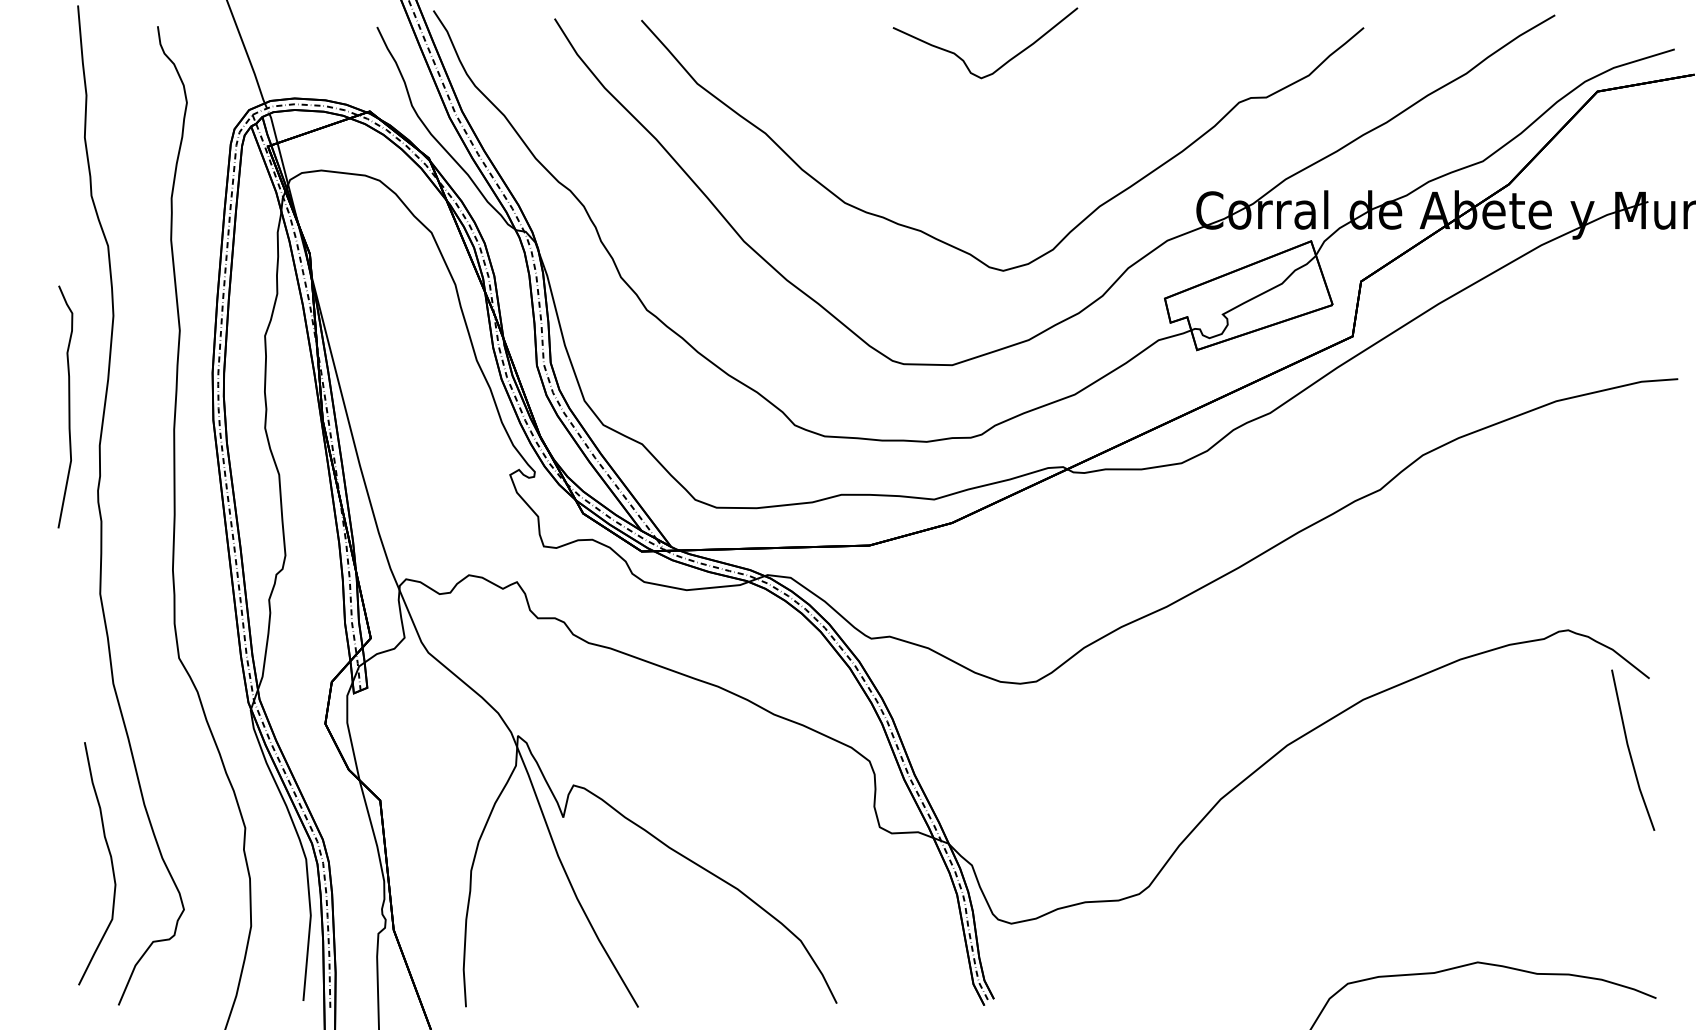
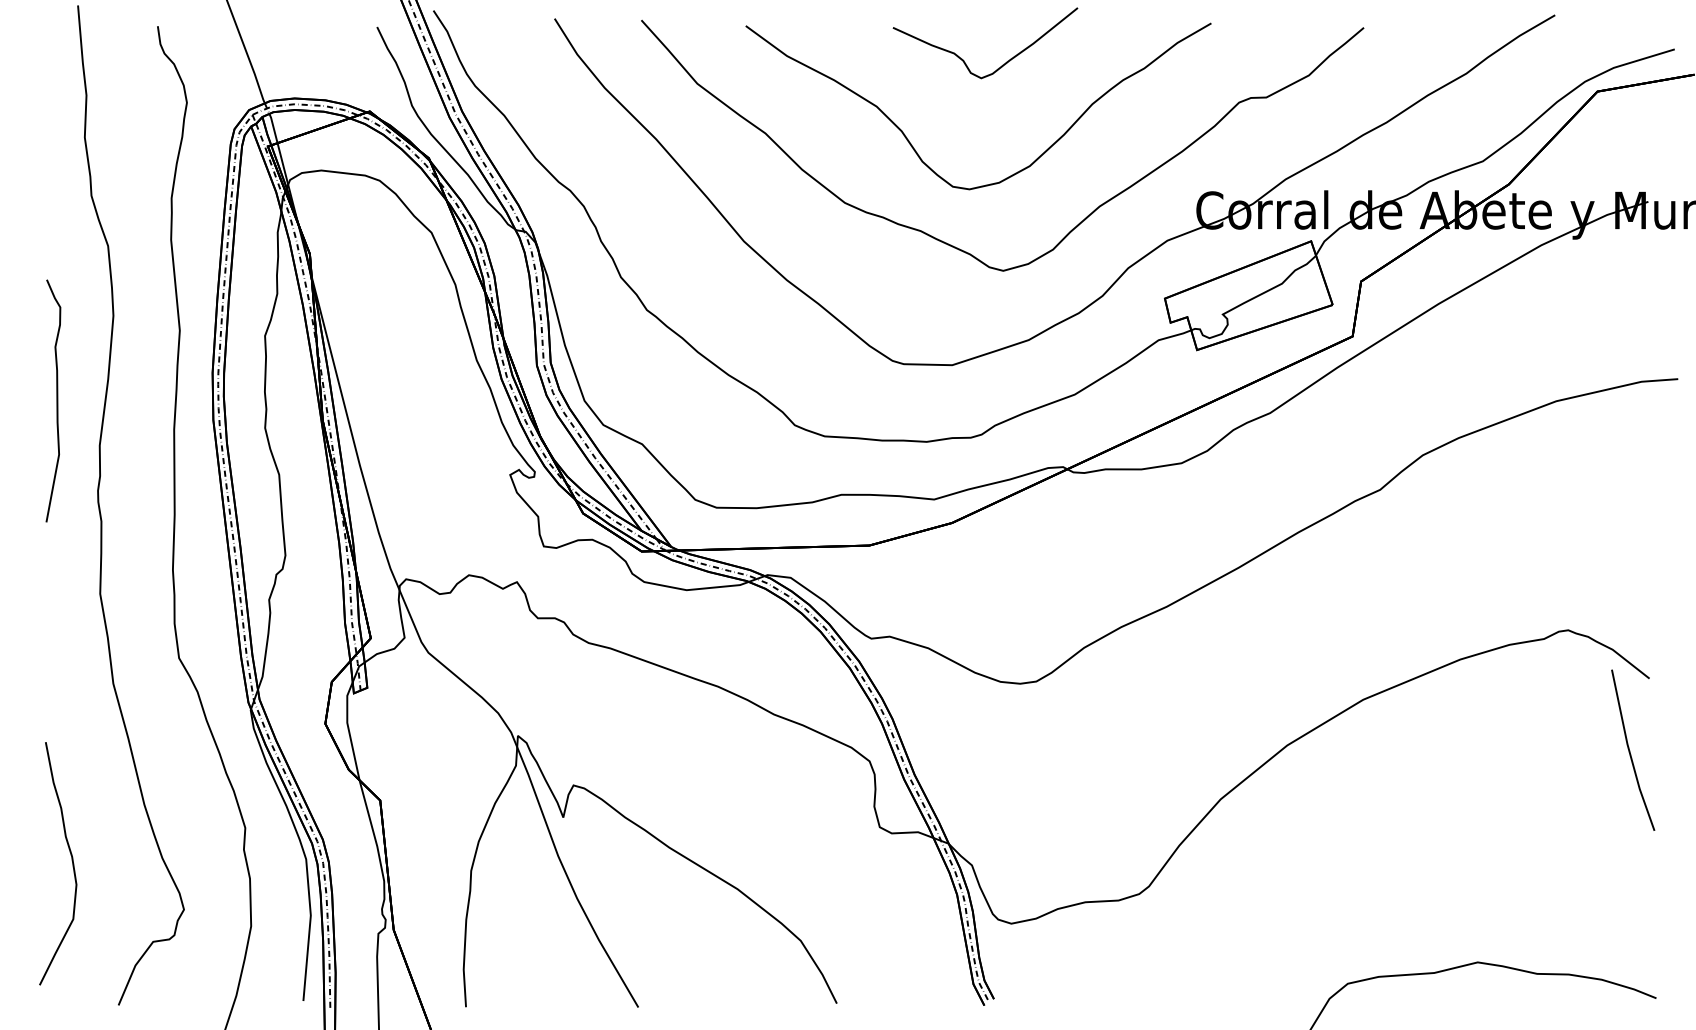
curve at (1013, 173): none -> present
curve at (68, 406) position: (68, 406) -> (56, 400)
curve at (110, 860) position: (110, 860) -> (71, 860)
